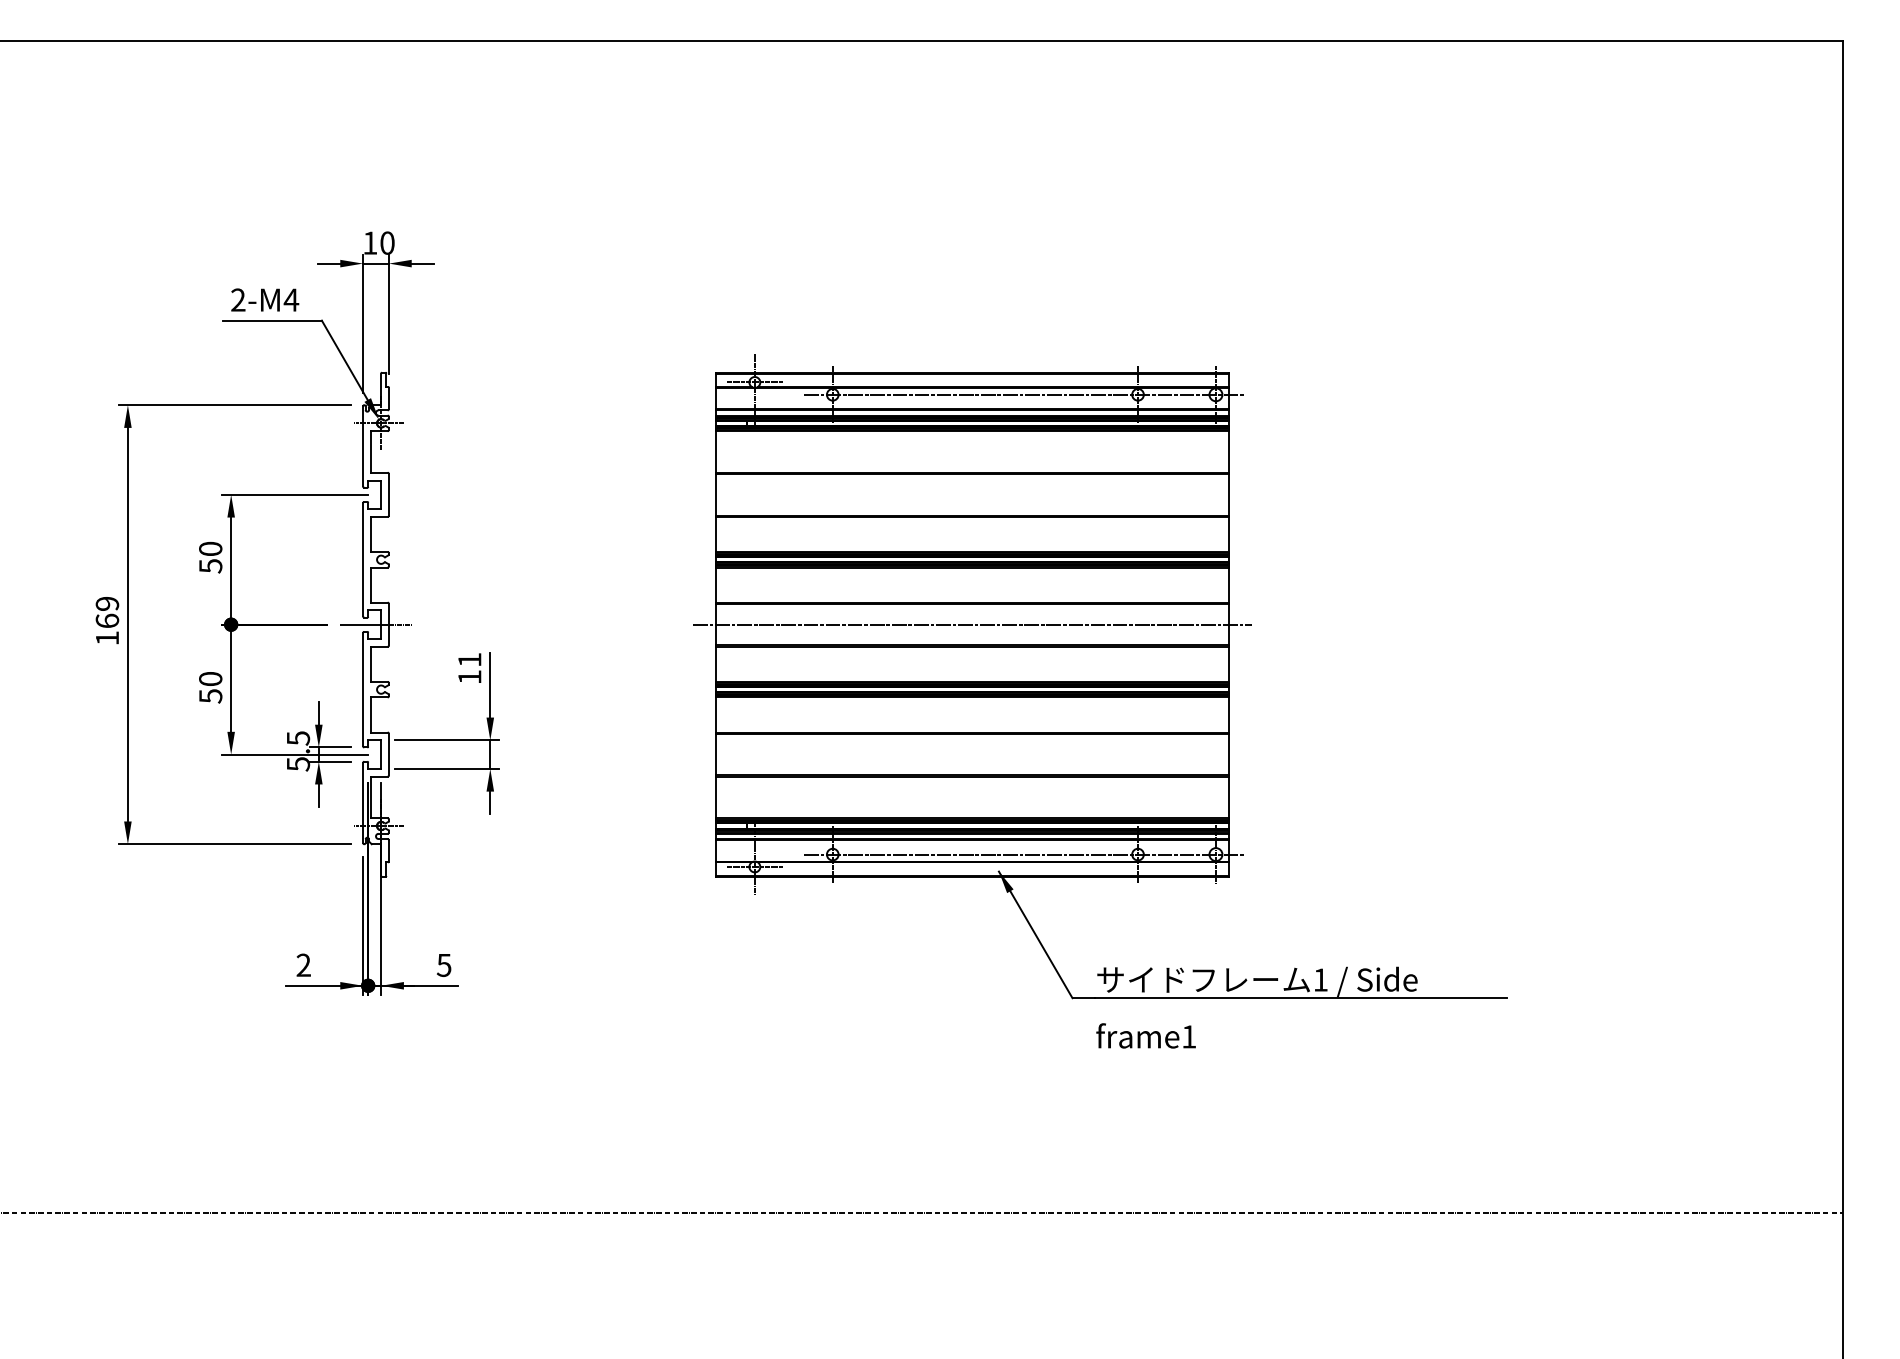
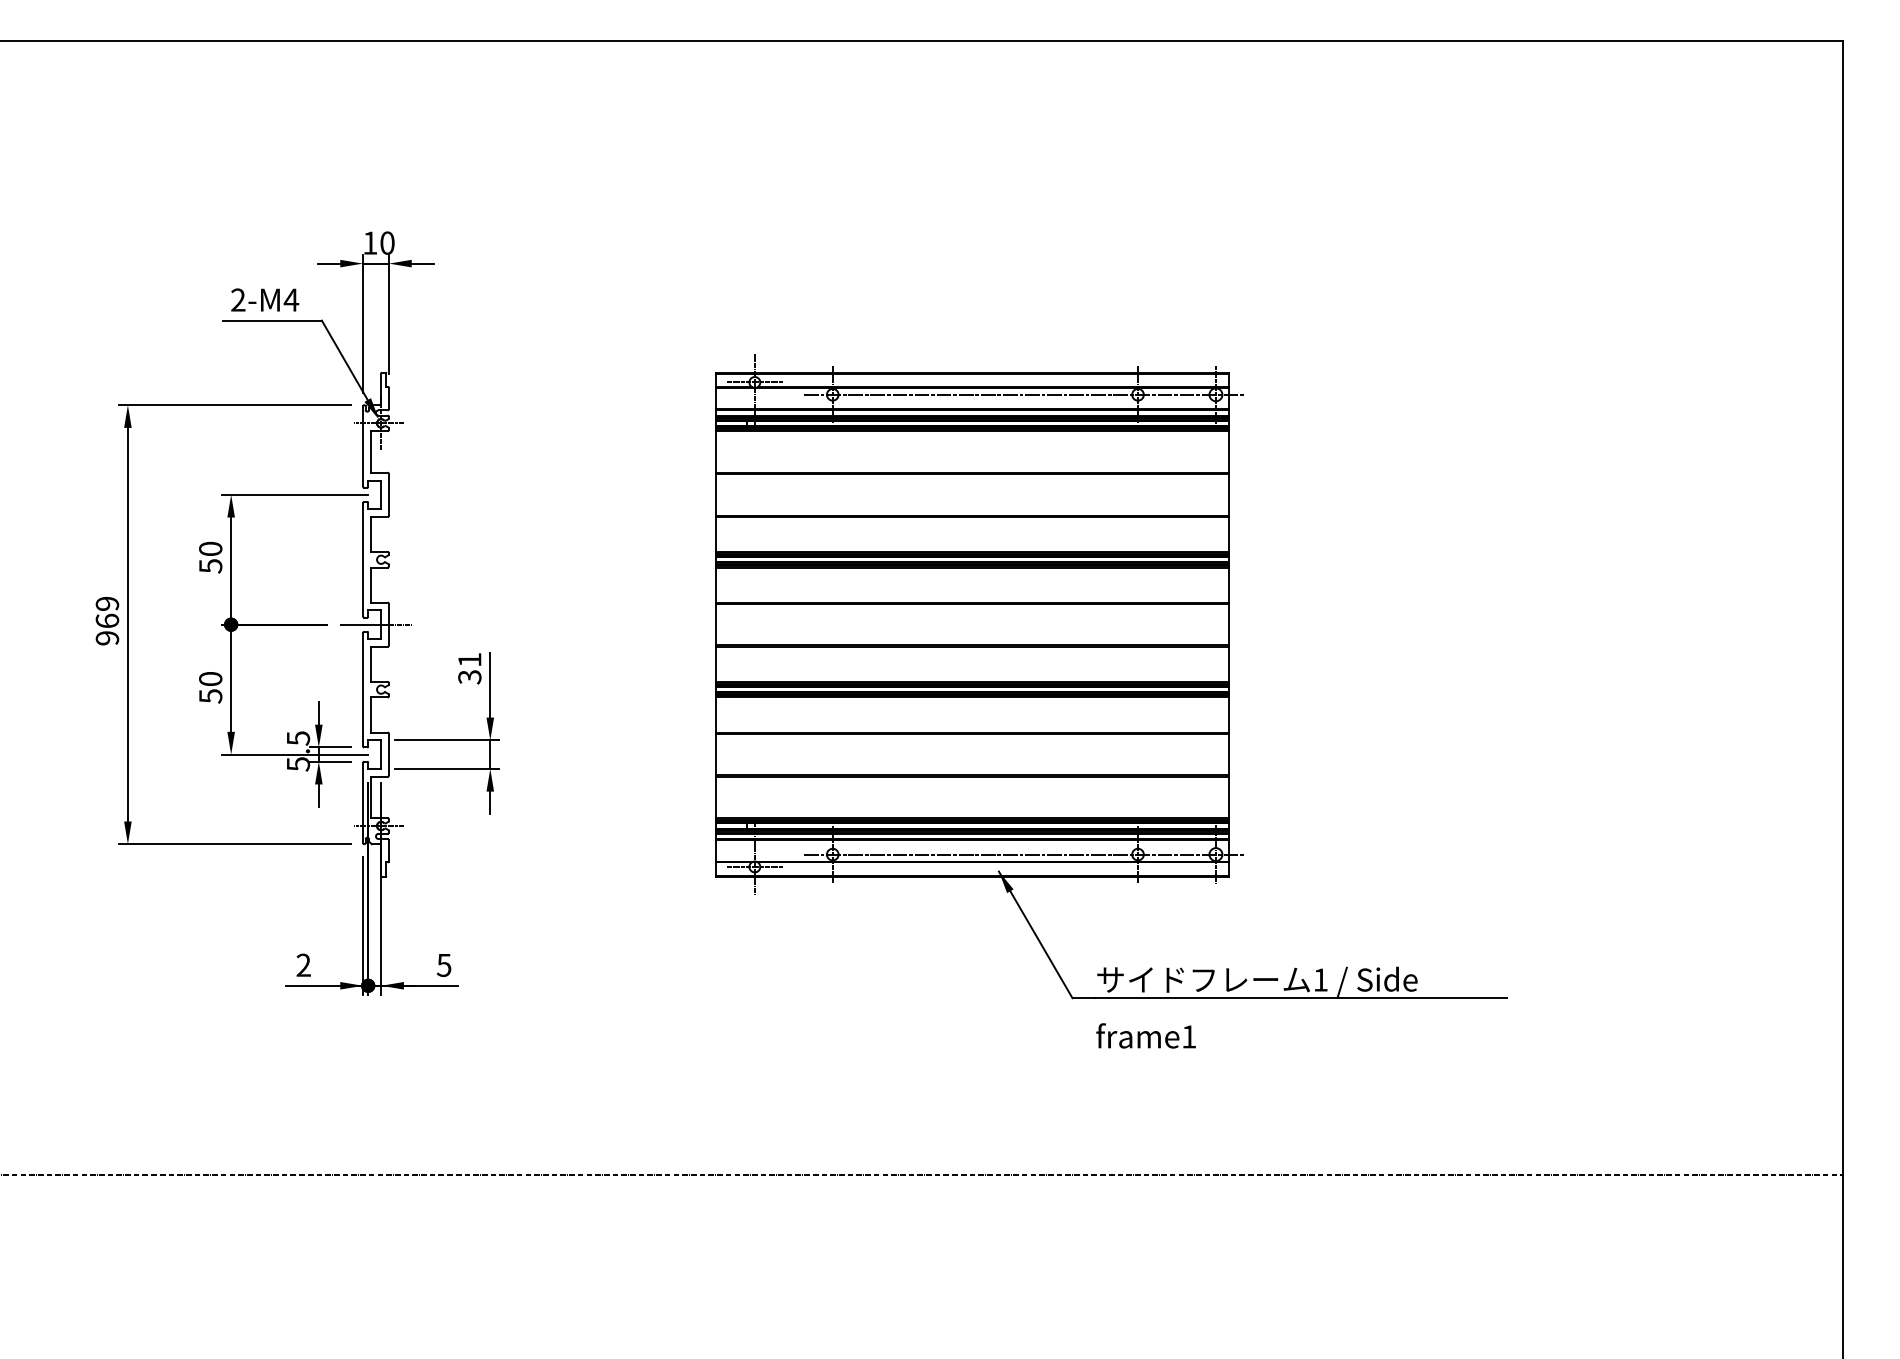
line at (972, 624): present -> none
text at (107, 638): 169 -> 969
text at (469, 677): 11 -> 31
line at (922, 1213) position: (922, 1213) -> (922, 1175)
